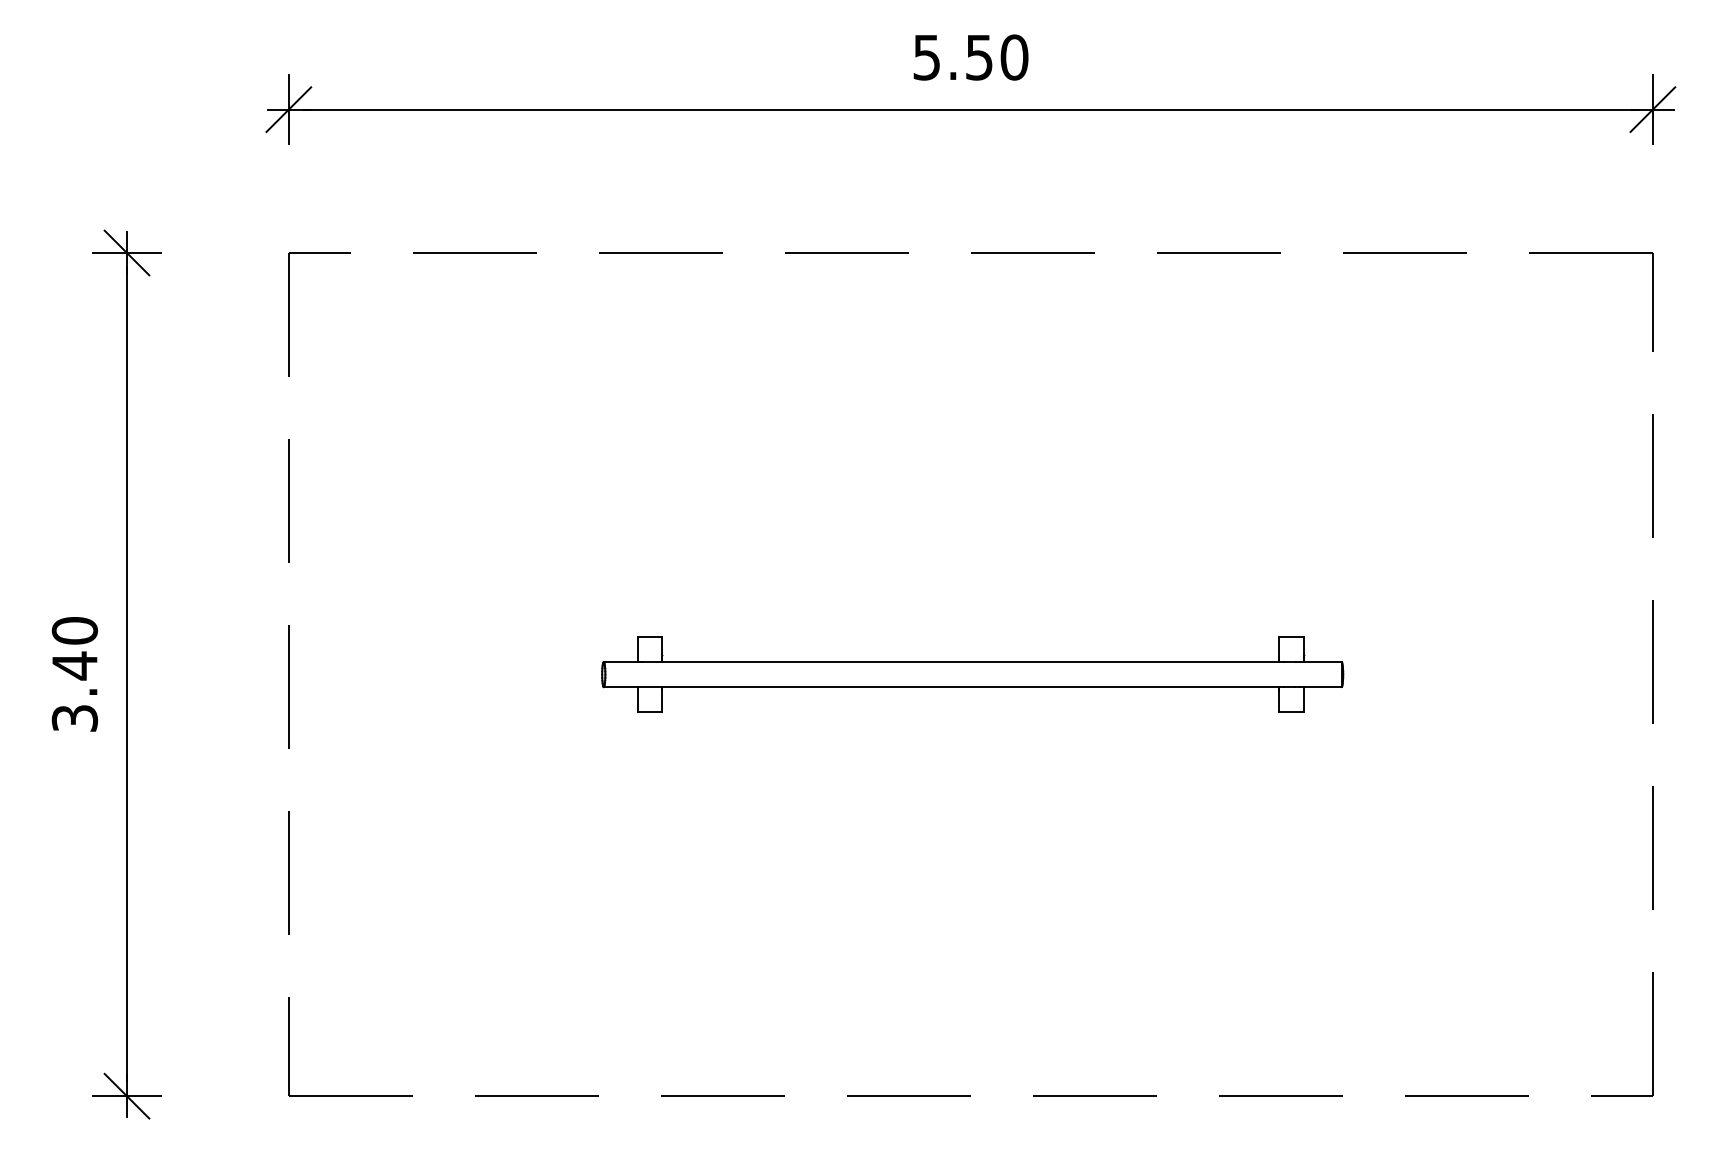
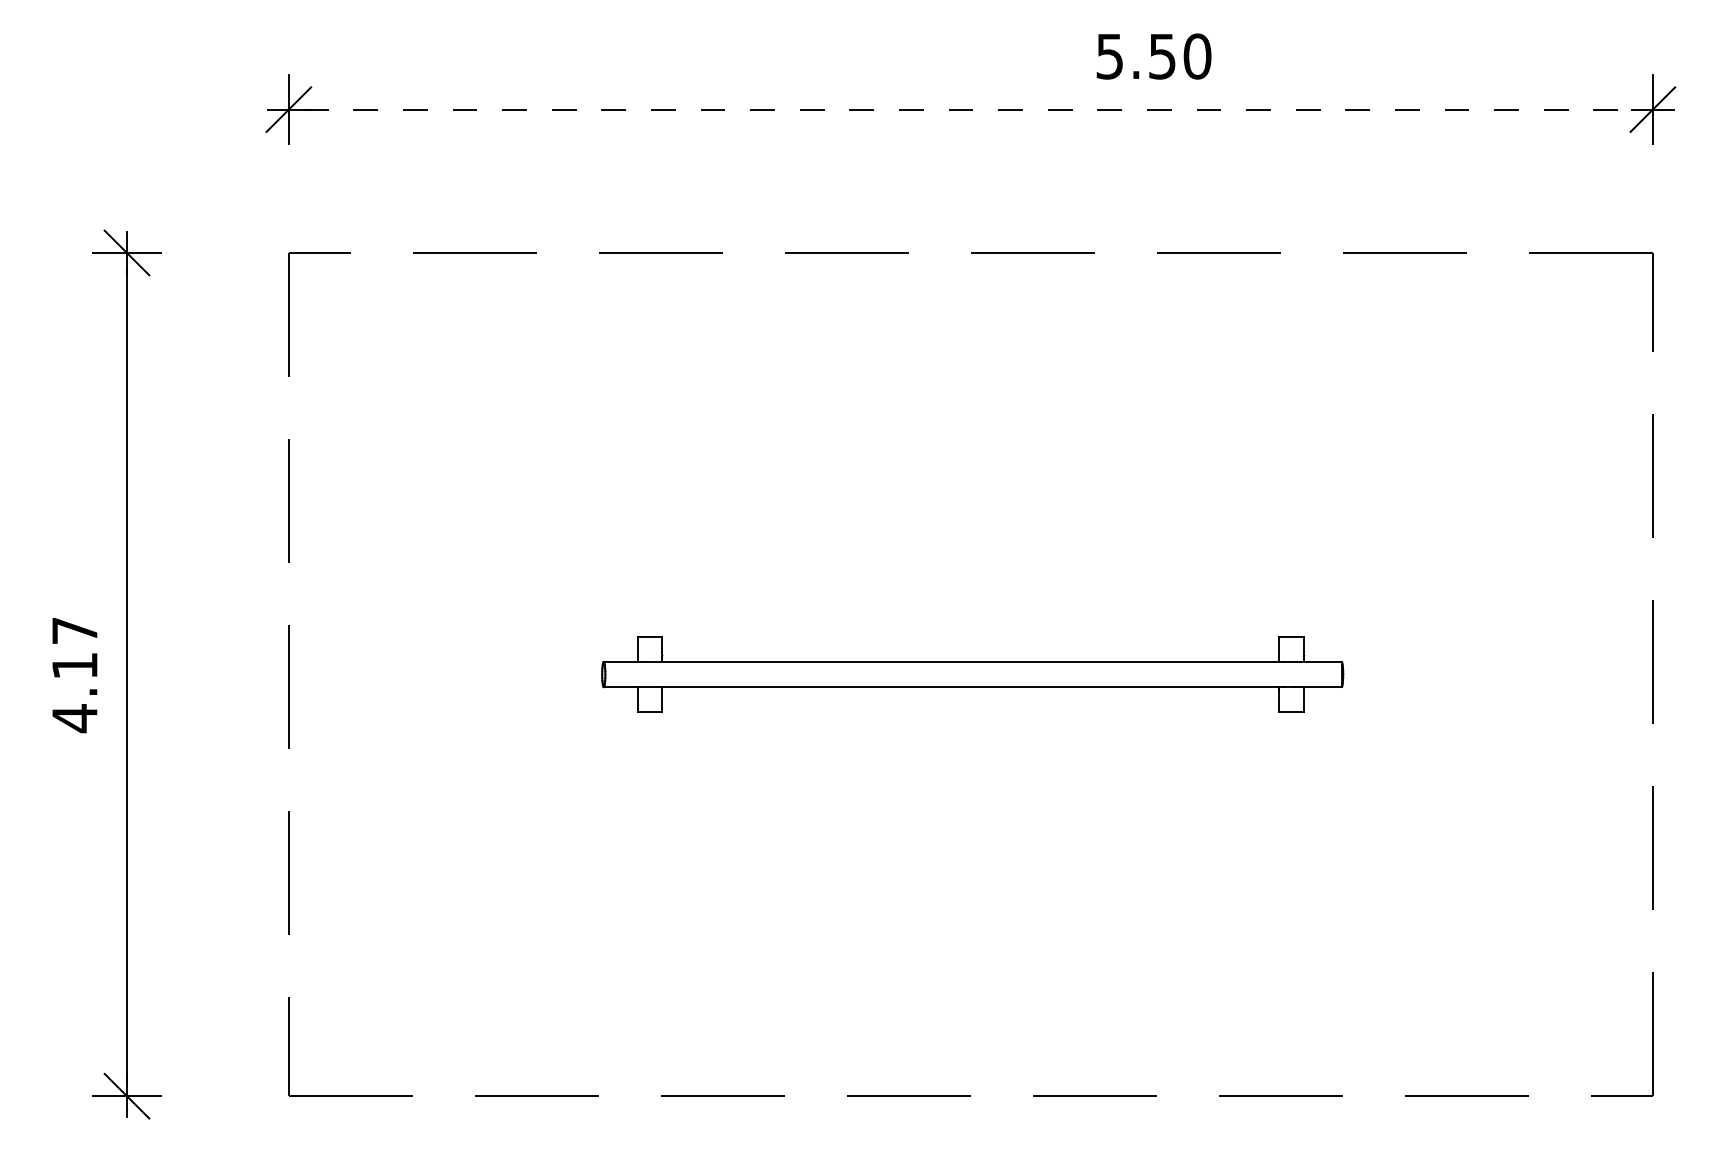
text at (970, 57) position: (970, 57) -> (1153, 56)
line at (971, 109): solid -> dashed
text at (74, 675): 3.40 -> 4.17
